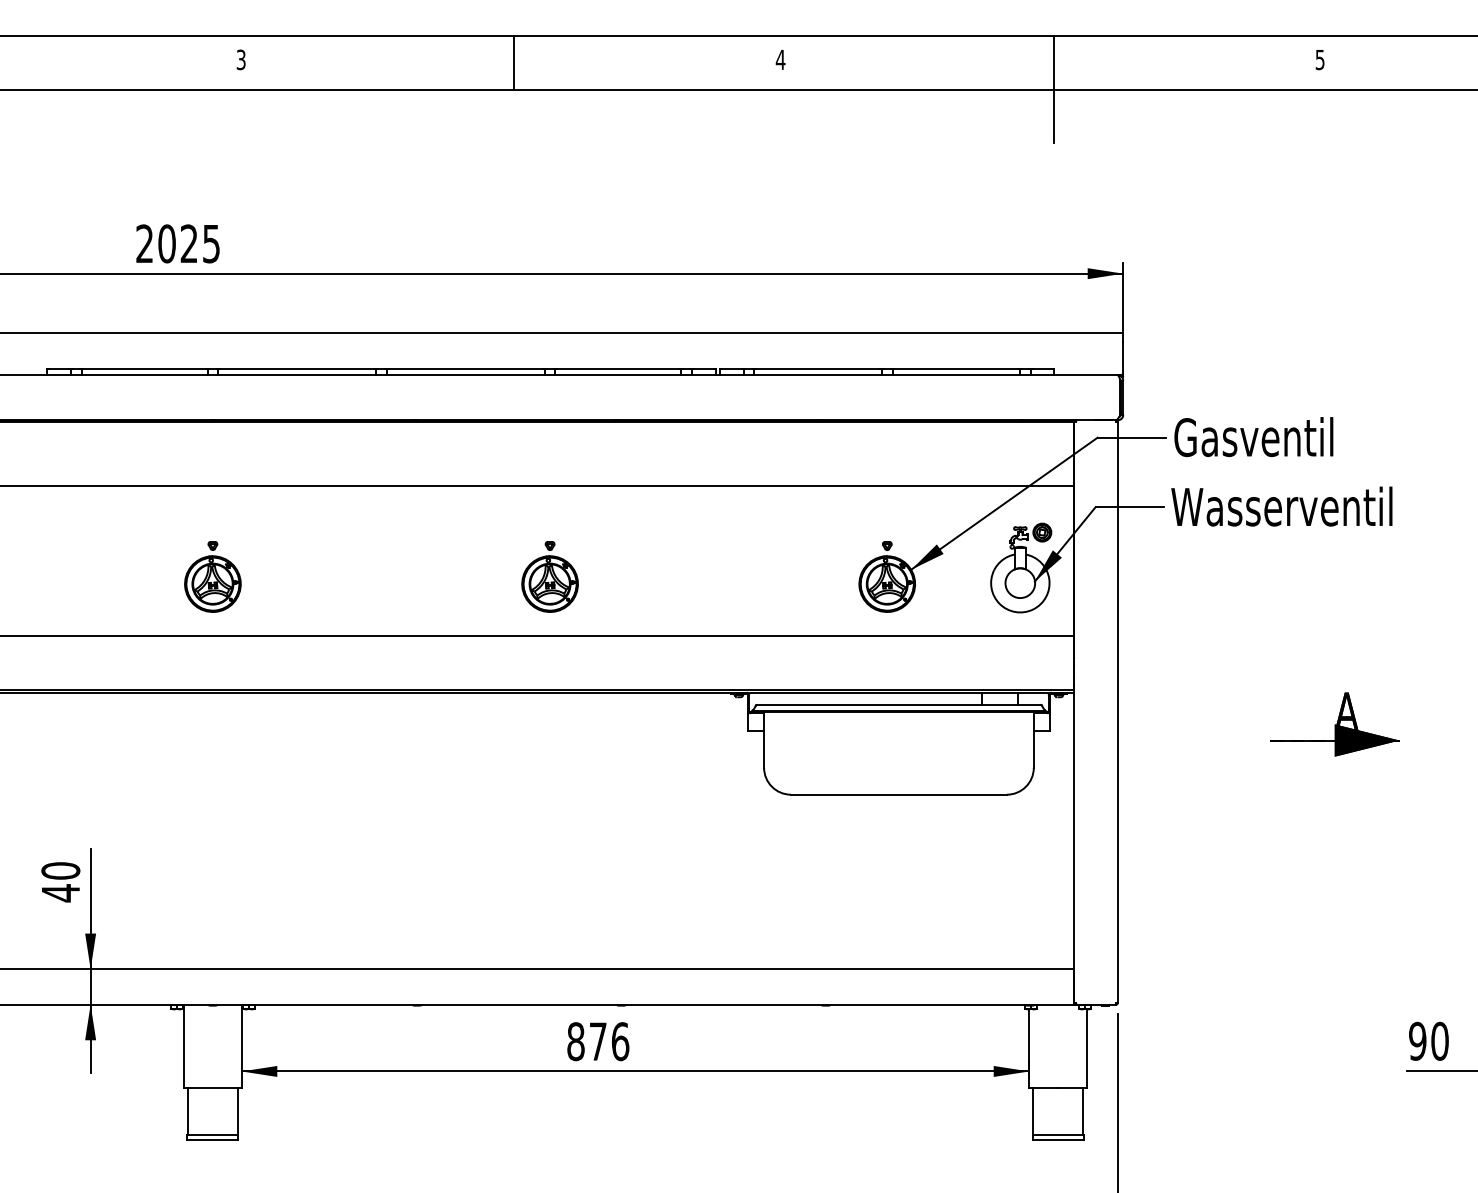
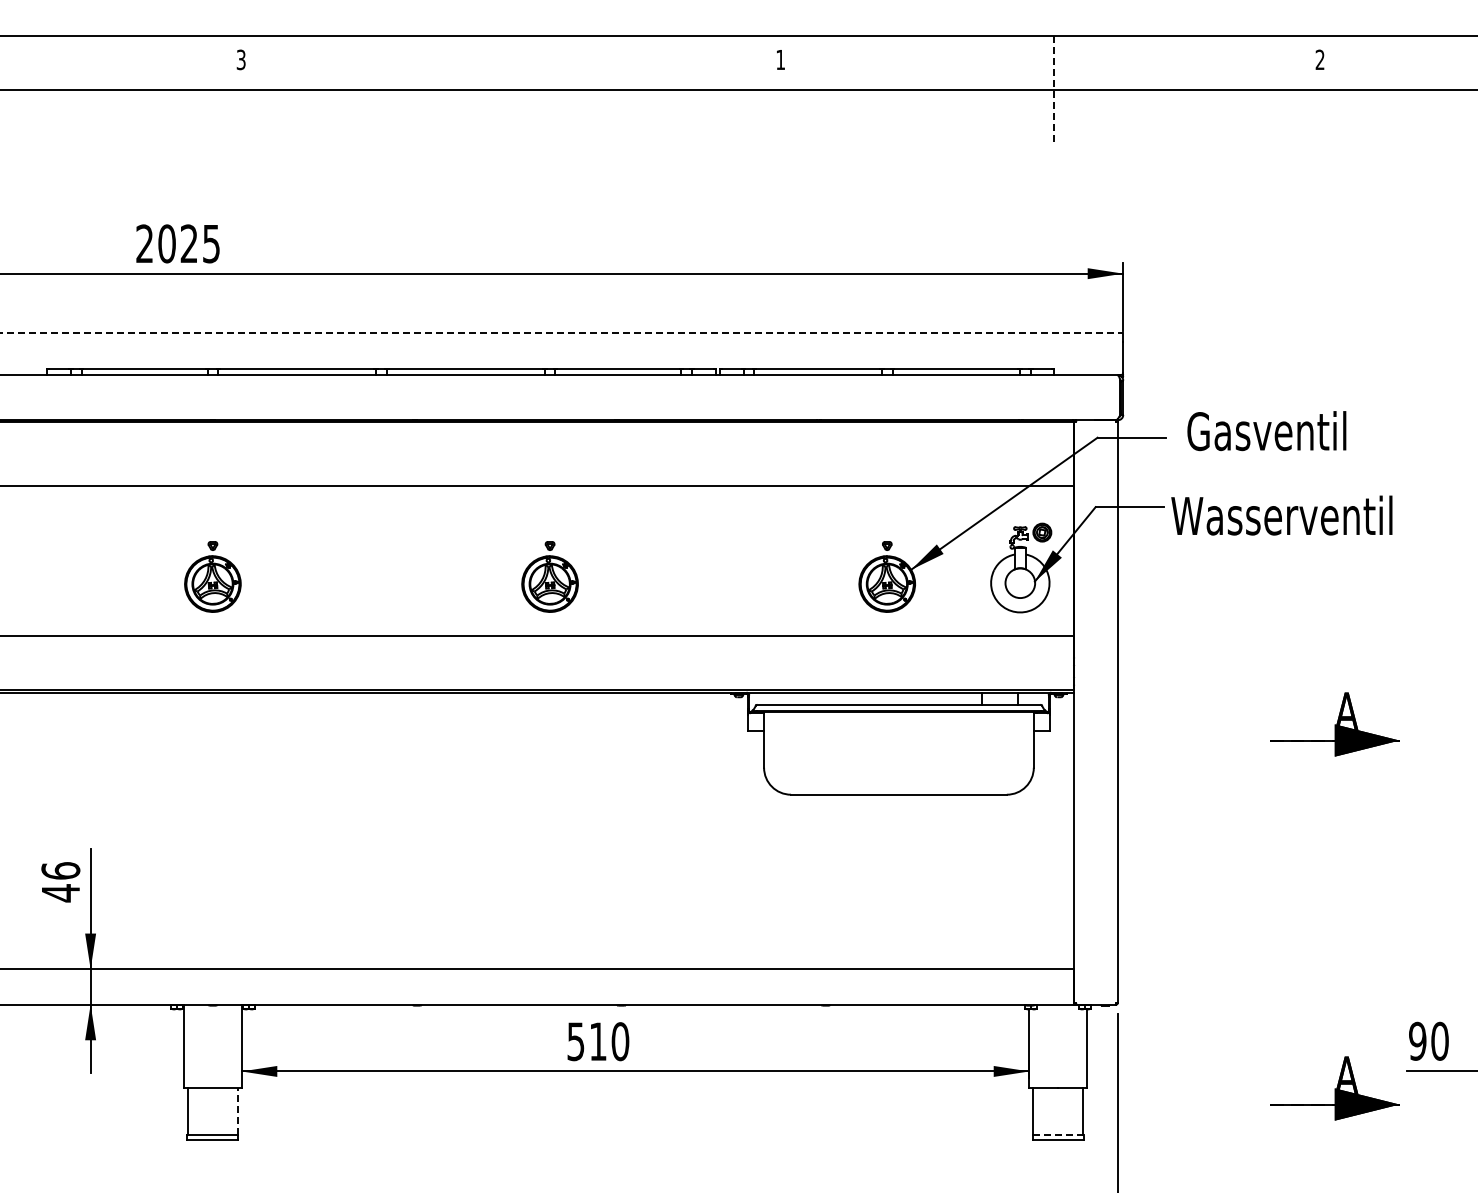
text at (780, 59): 4 -> 1
text at (1319, 59): 5 -> 2
line at (514, 62): present -> none
line at (1053, 89): solid -> dashed
line at (562, 332): solid -> dashed
text at (1253, 437) position: (1253, 437) -> (1266, 431)
text at (1281, 506) position: (1281, 506) -> (1281, 515)
text at (60, 870): 40 -> 46
text at (598, 1041): 876 -> 510
part at (1334, 1088): none -> present
line at (238, 1111): solid -> dashed
line at (1058, 1135): solid -> dashed
